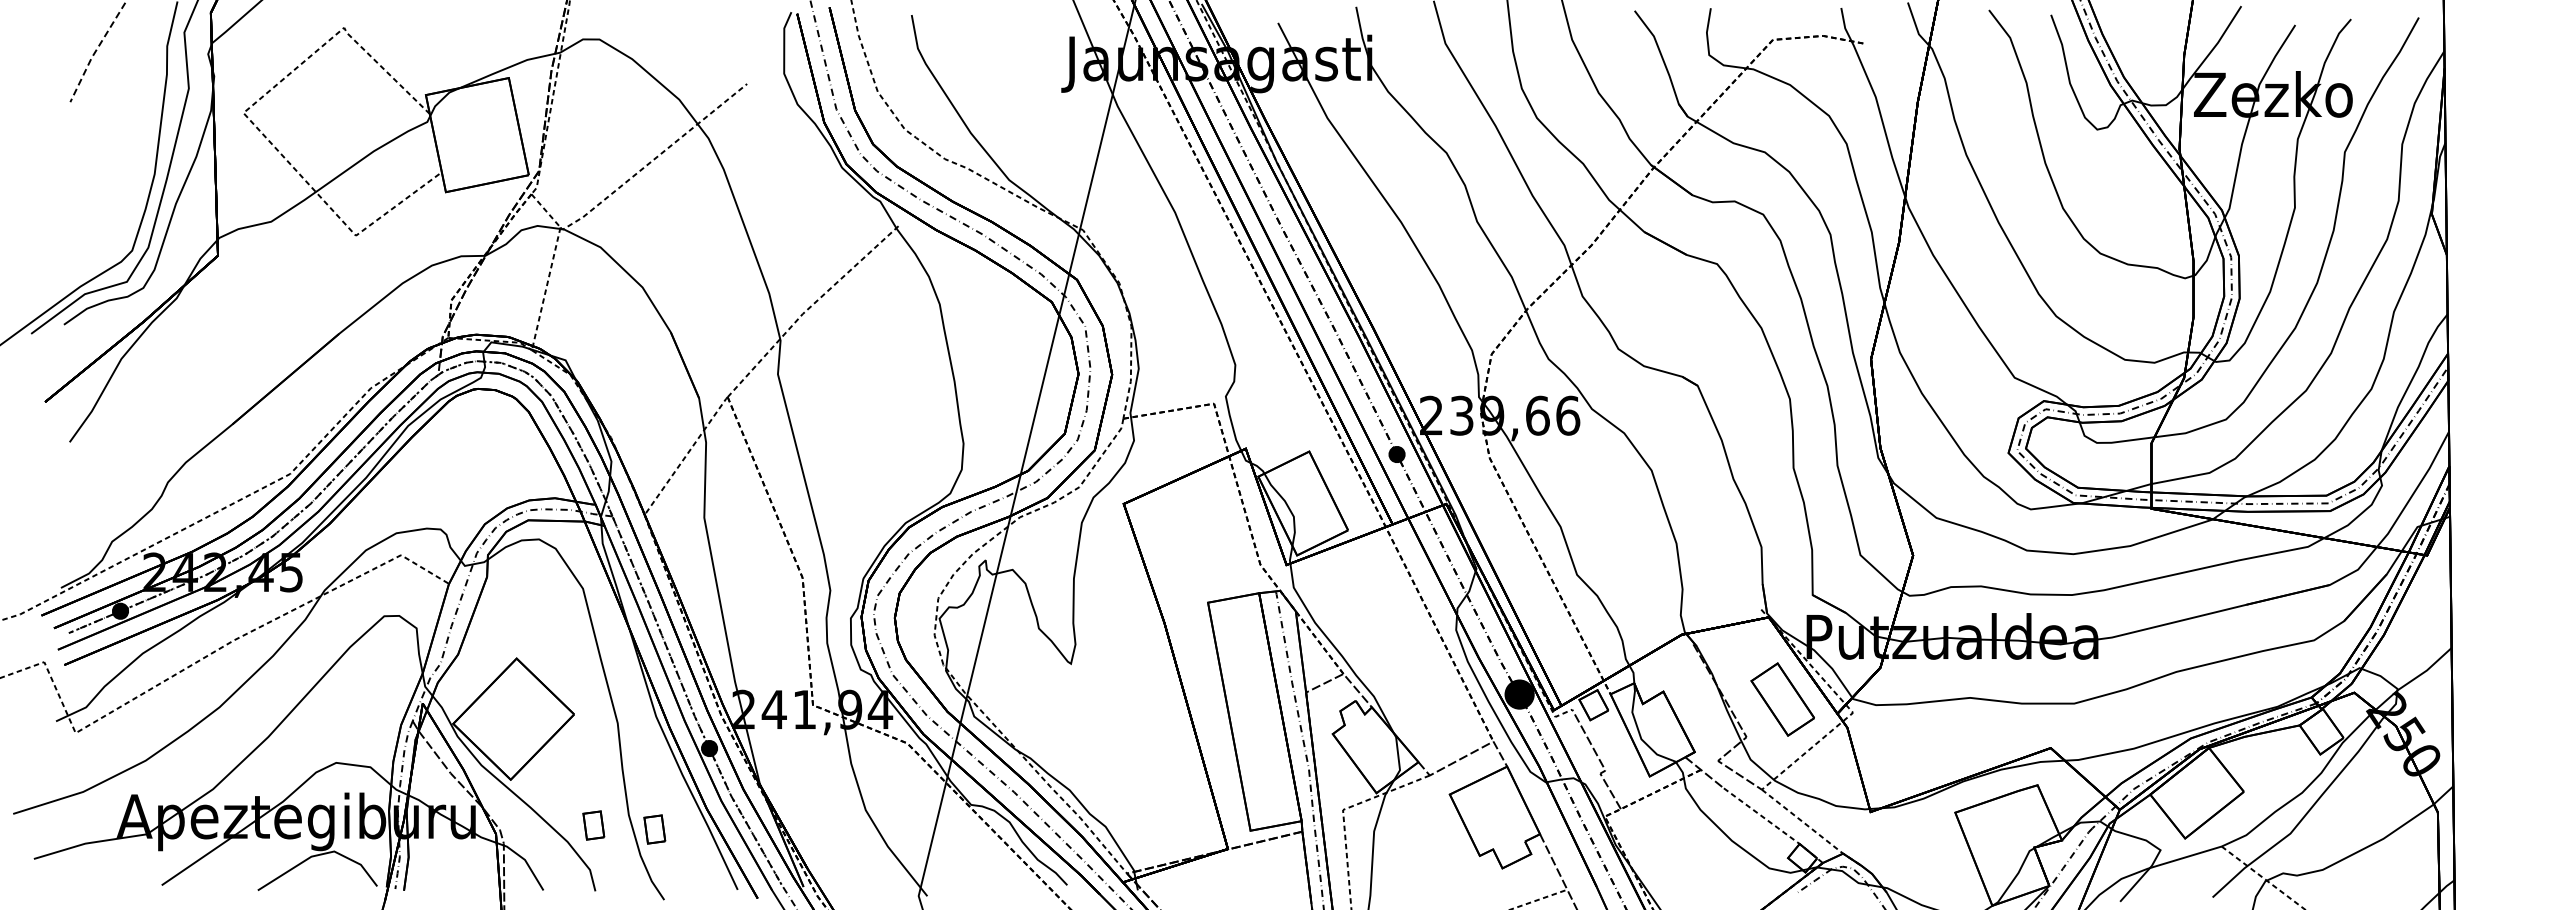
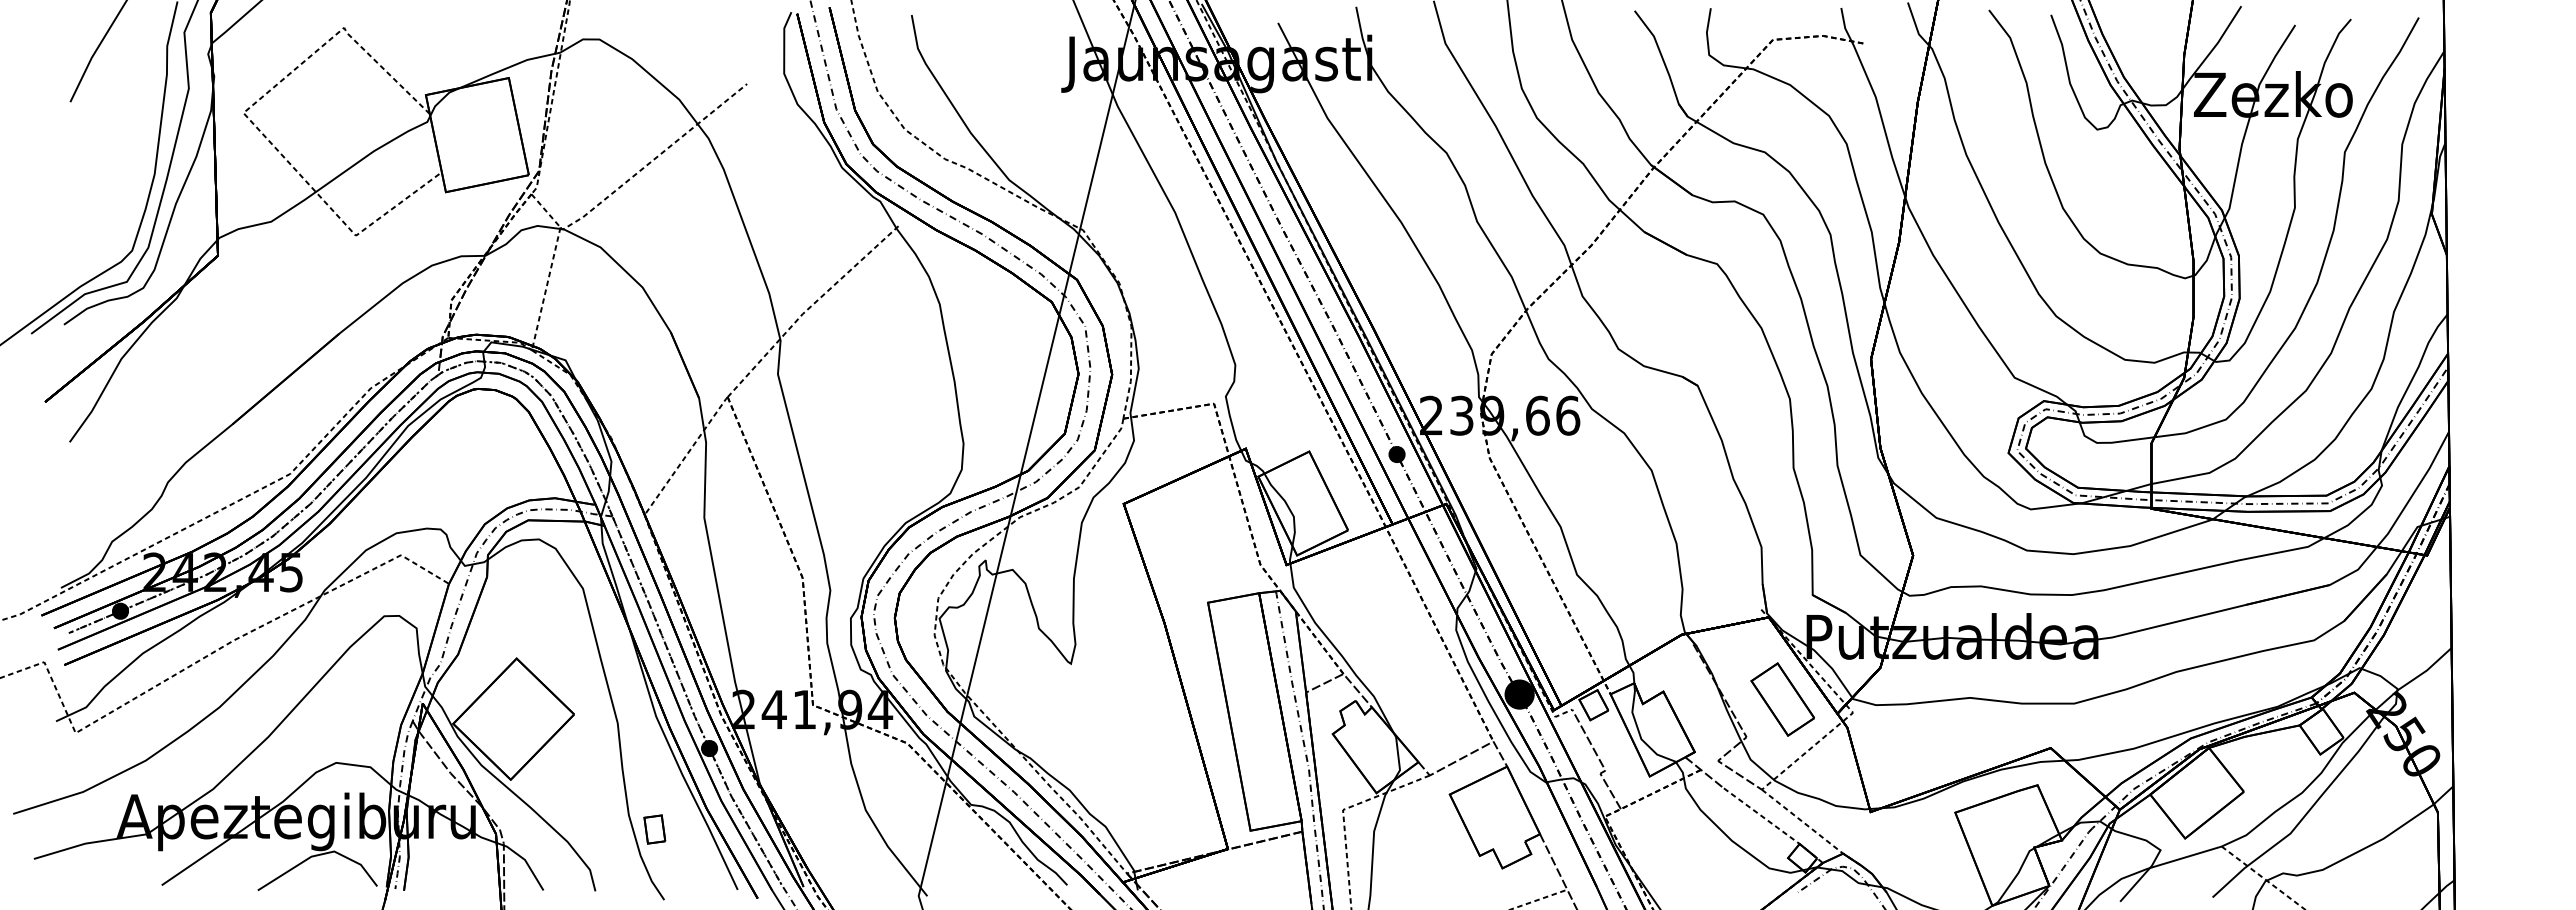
line at (95, 51): dashed -> solid
part at (593, 825): present -> none
